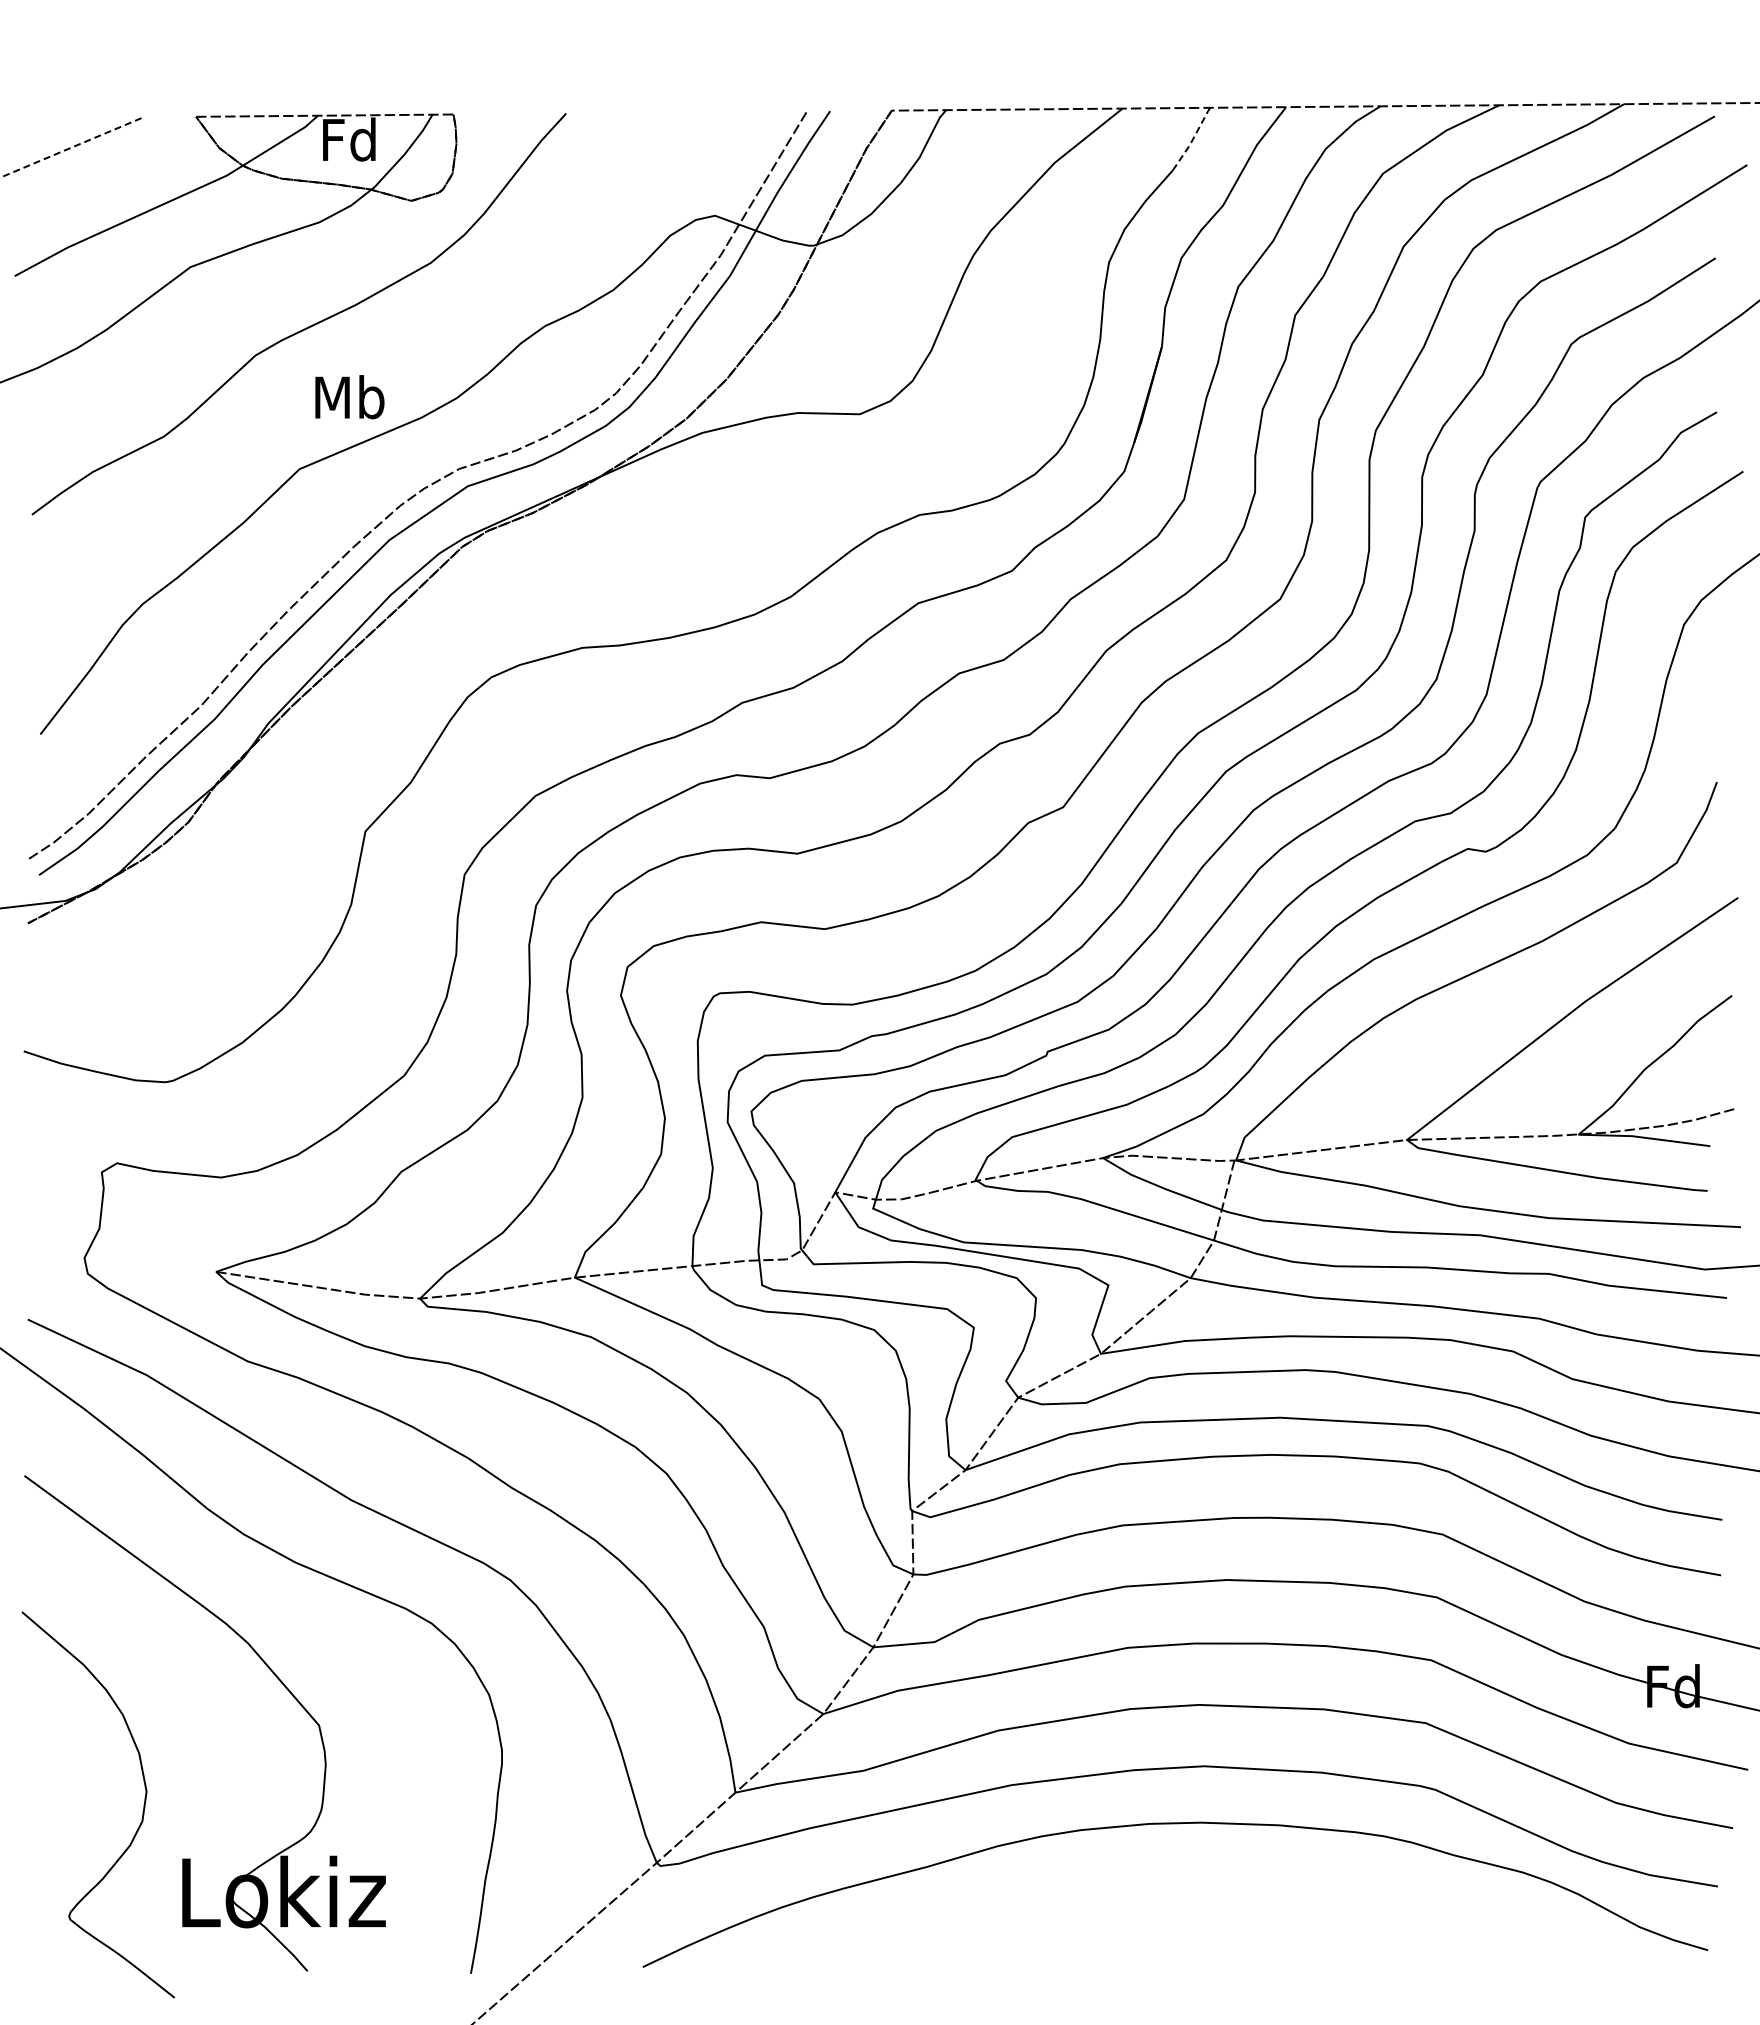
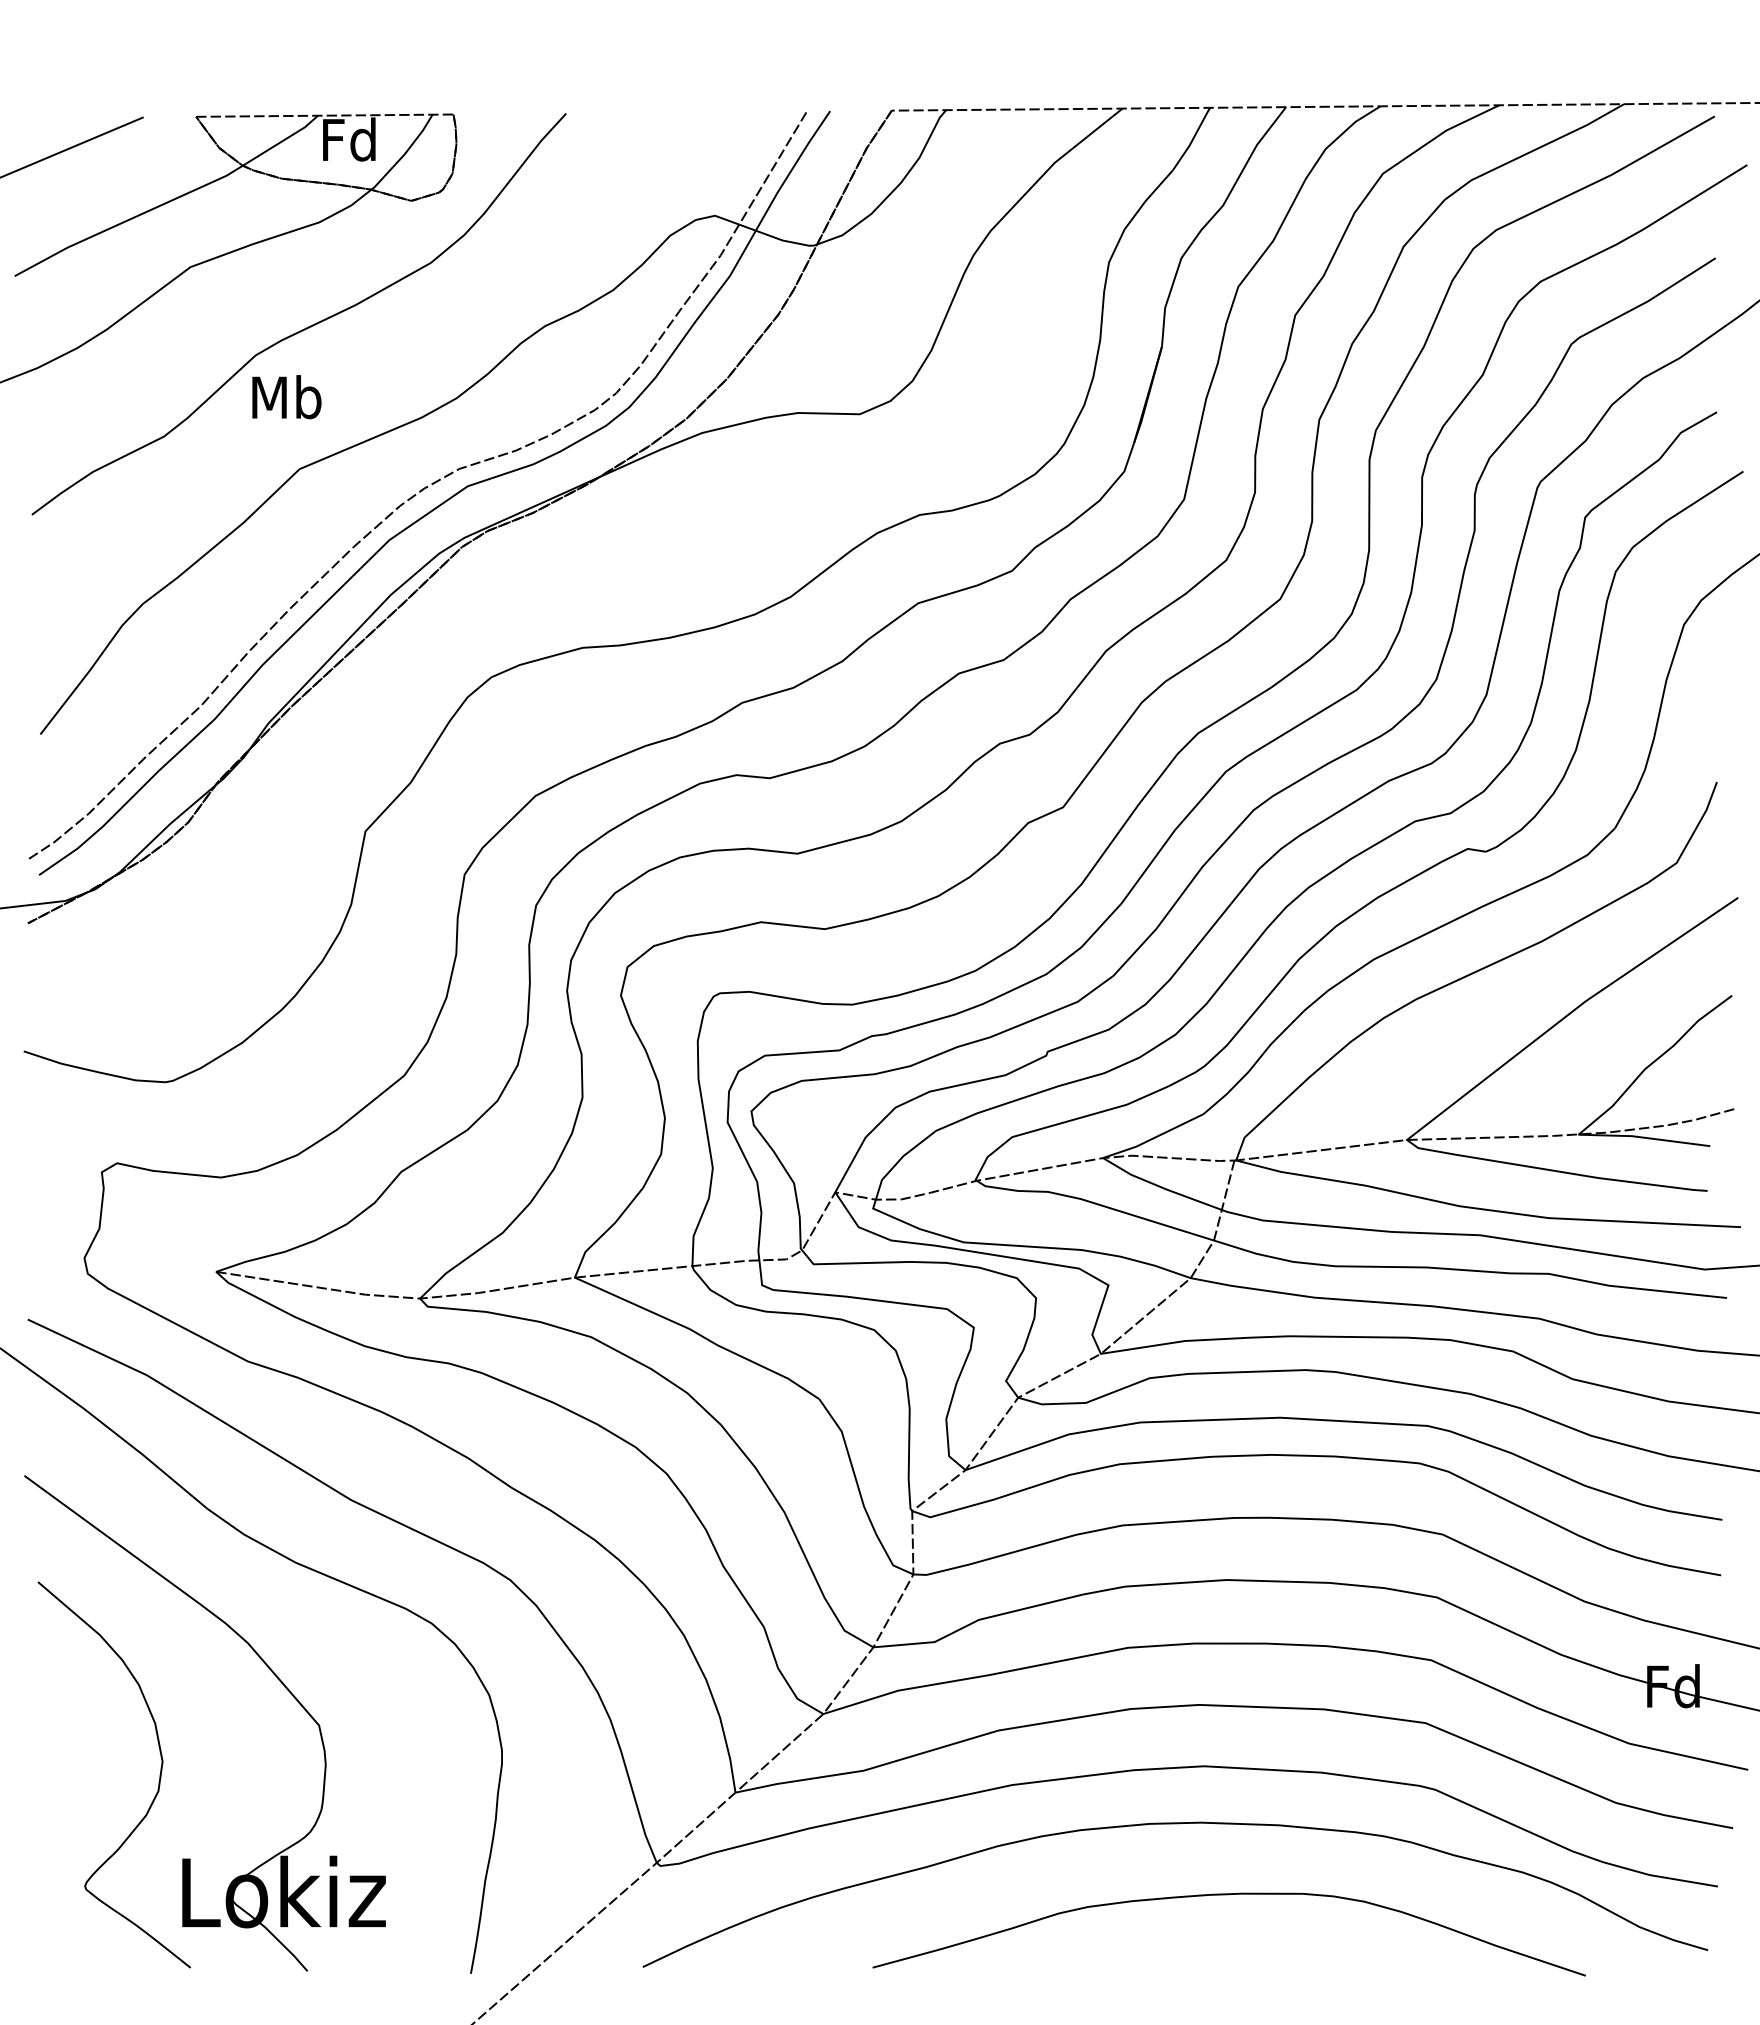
line at (1192, 139): dashed -> solid
line at (72, 147): dashed -> solid
text at (349, 397) position: (349, 397) -> (286, 397)
curve at (142, 1811) position: (142, 1811) -> (158, 1781)
curve at (1228, 1895): none -> present
